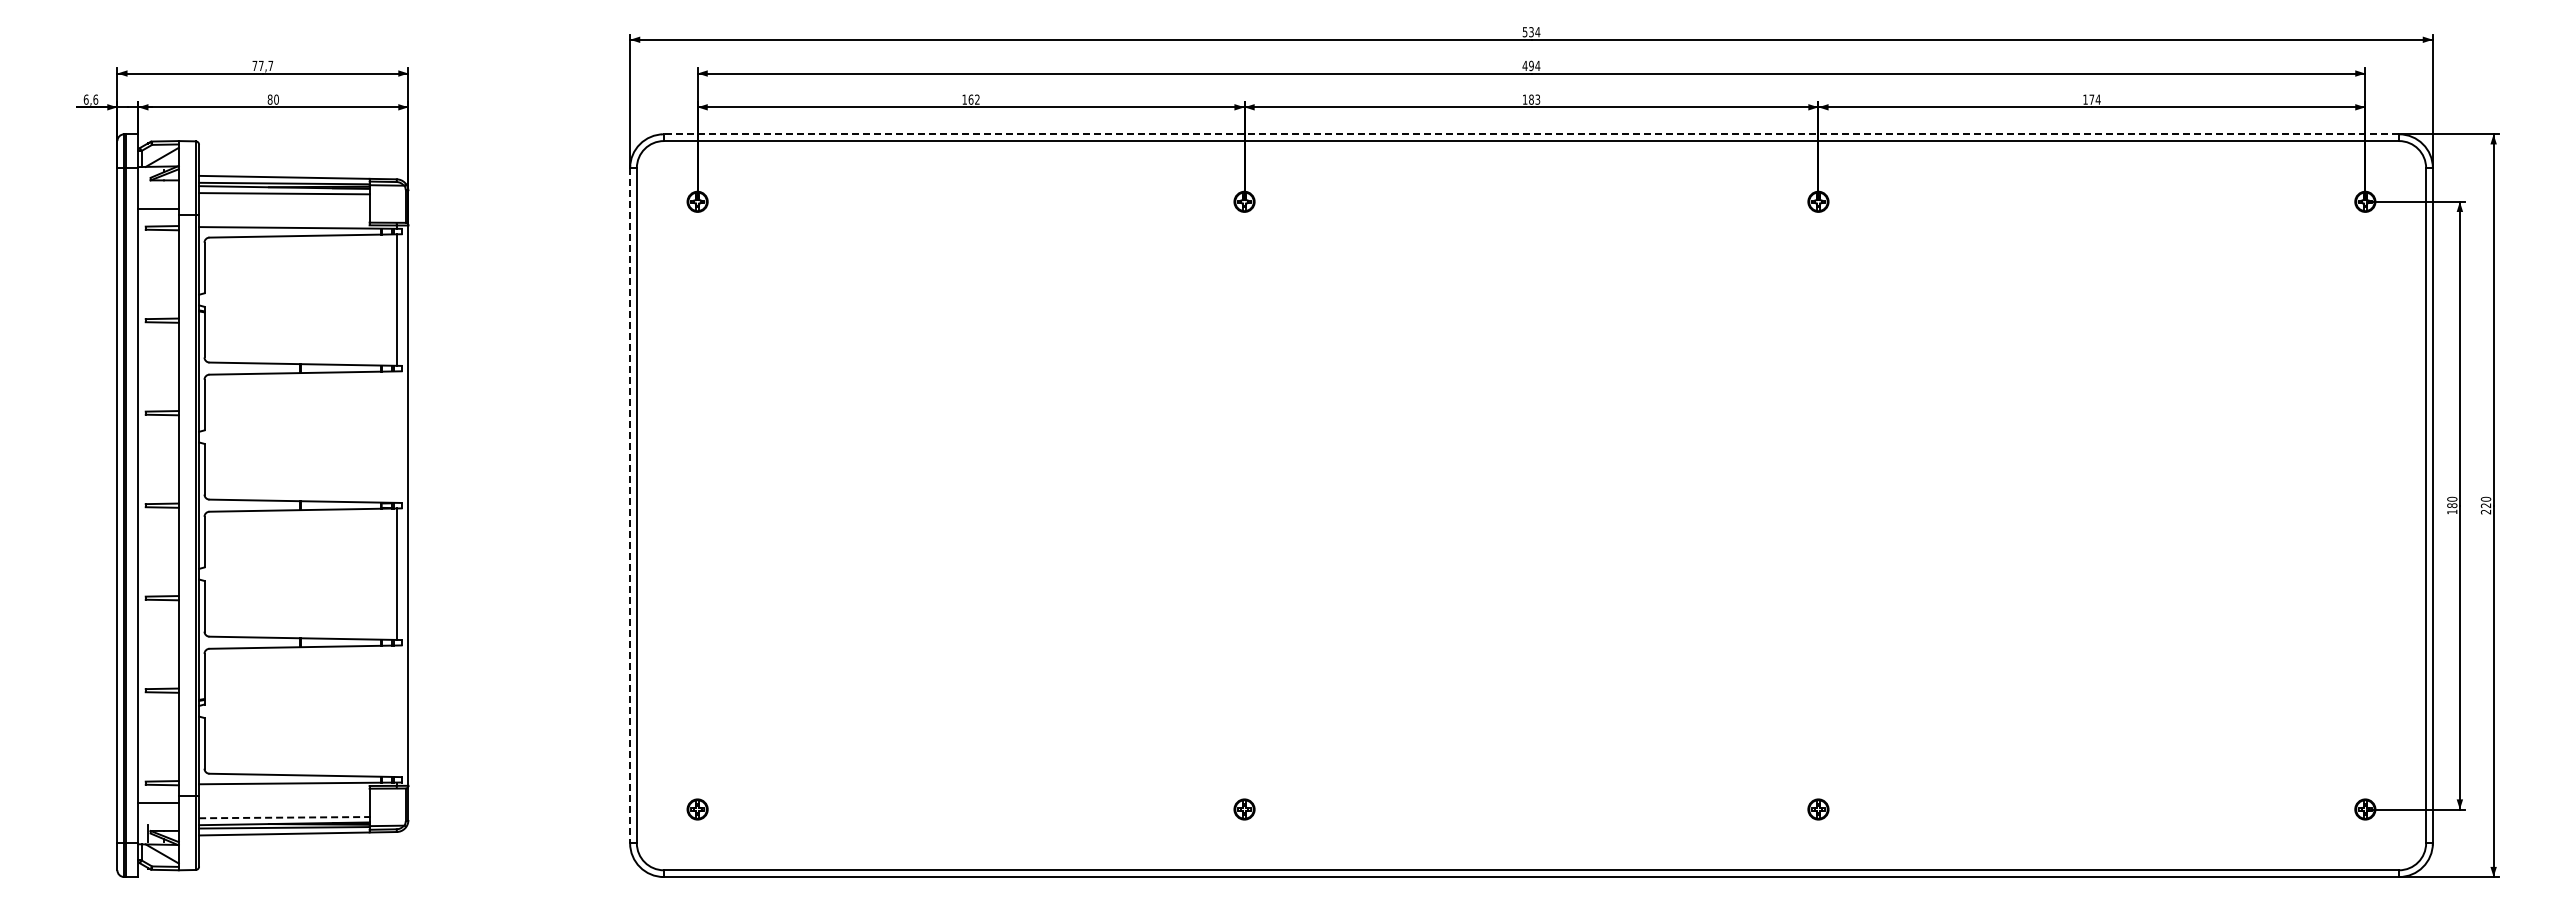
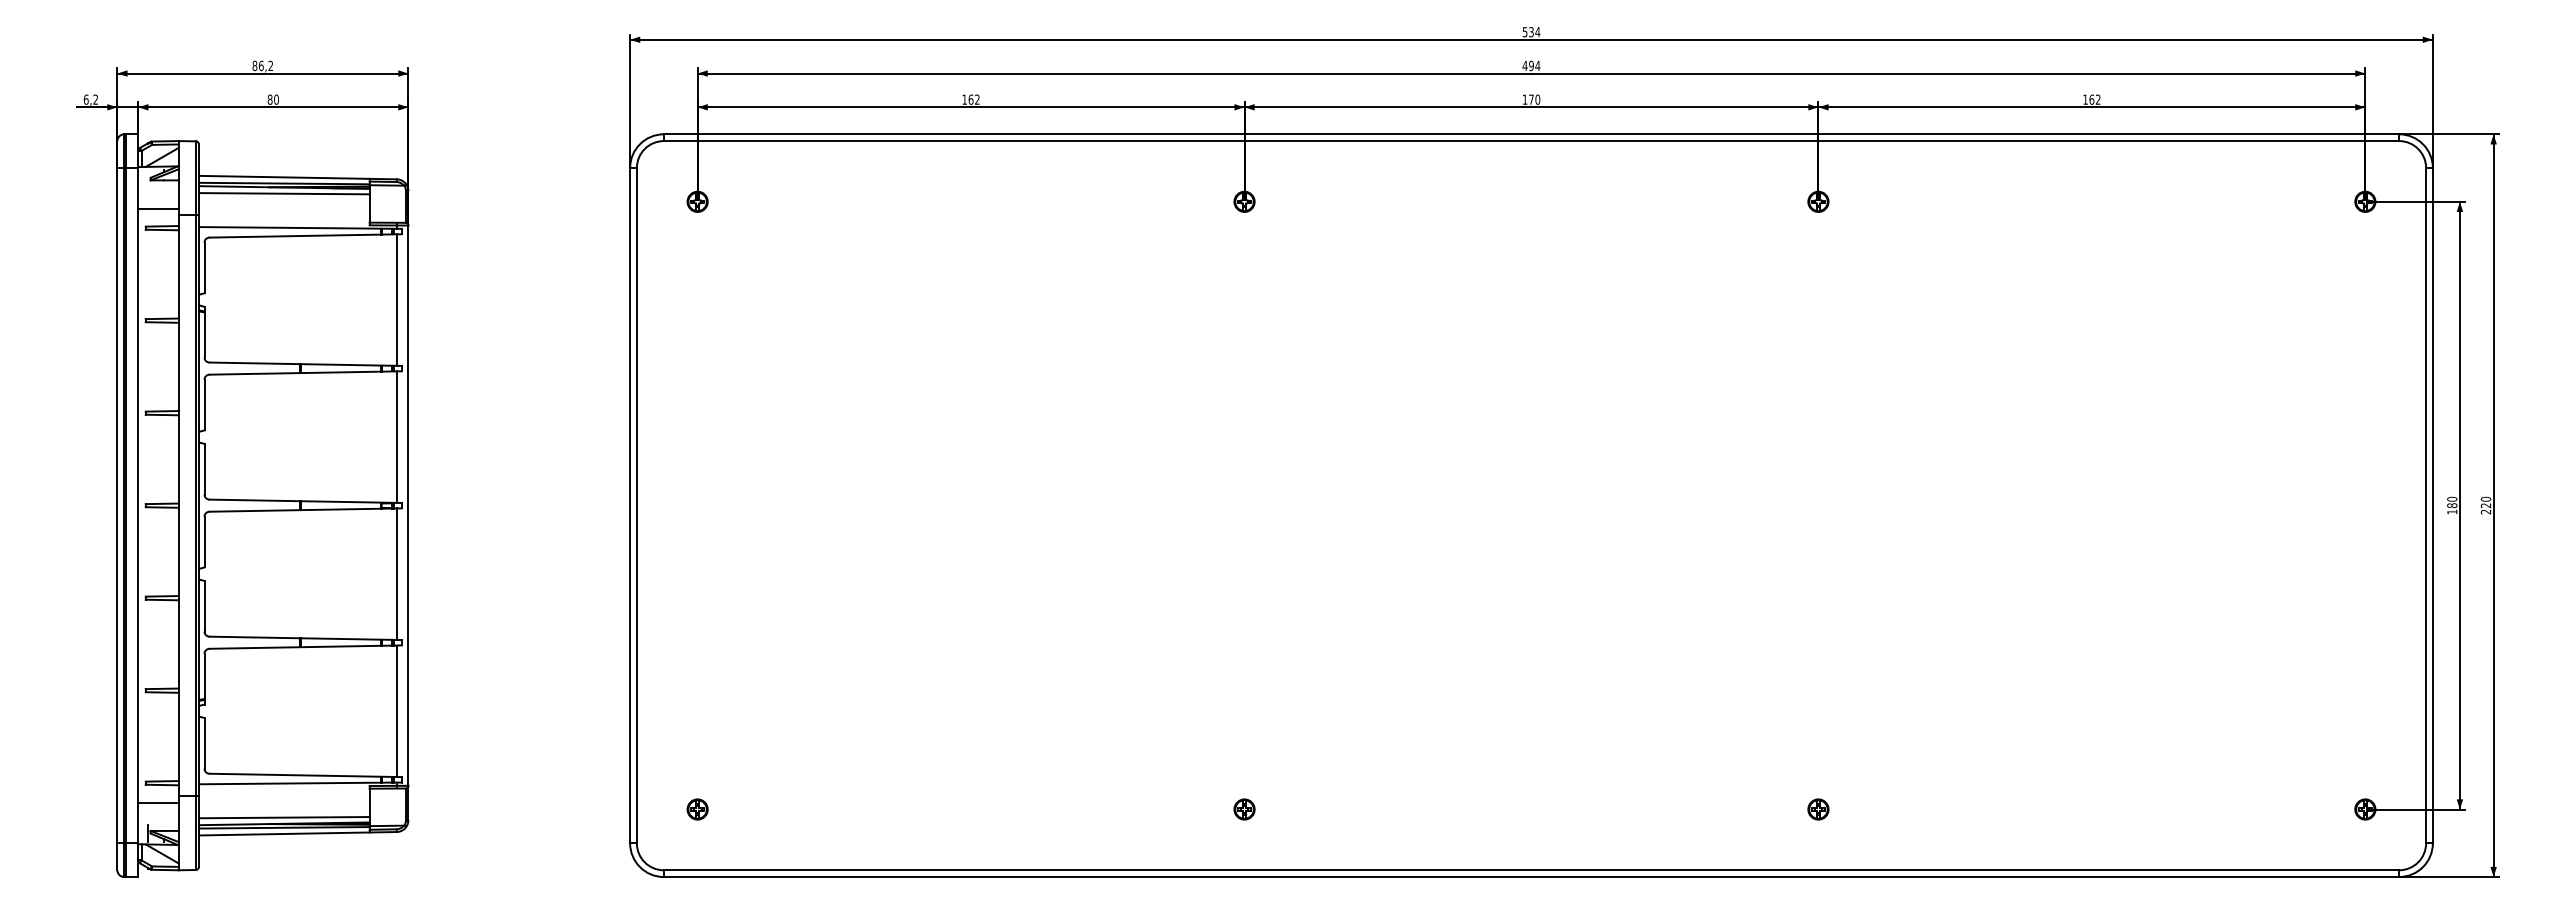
text at (262, 65): 77,7 -> 86,2
text at (95, 99): 6,6 -> 6,2
text at (1534, 99): 183 -> 170
text at (2094, 99): 174 -> 162
line at (1531, 134): dashed -> solid
line at (396, 436): none -> present
line at (630, 505): dashed -> solid
line at (396, 711): none -> present
line at (284, 817): dashed -> solid
